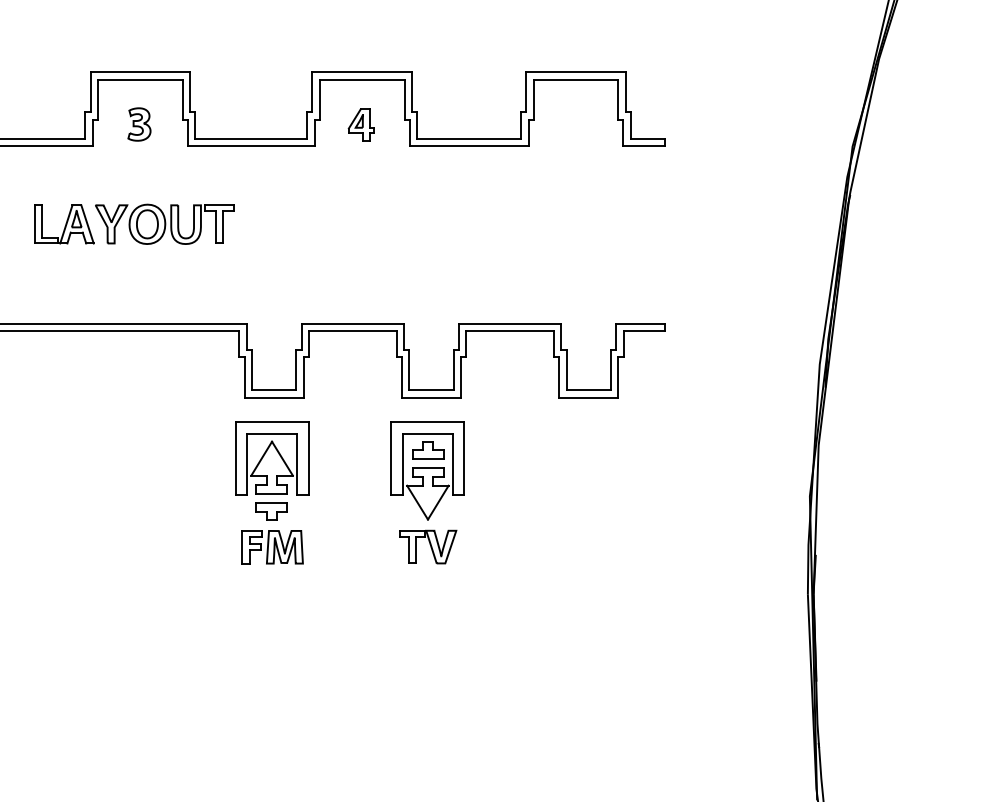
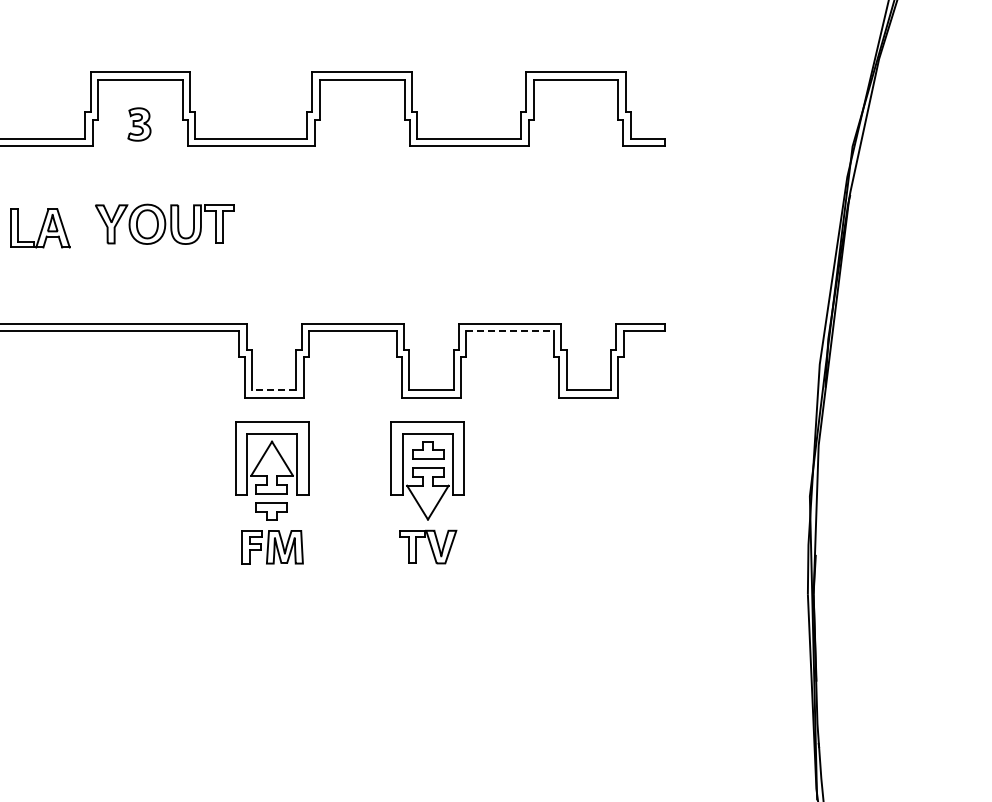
part at (360, 124): present -> none
part at (64, 224) position: (64, 224) -> (40, 228)
line at (510, 331): solid -> dashed
line at (273, 390): solid -> dashed
